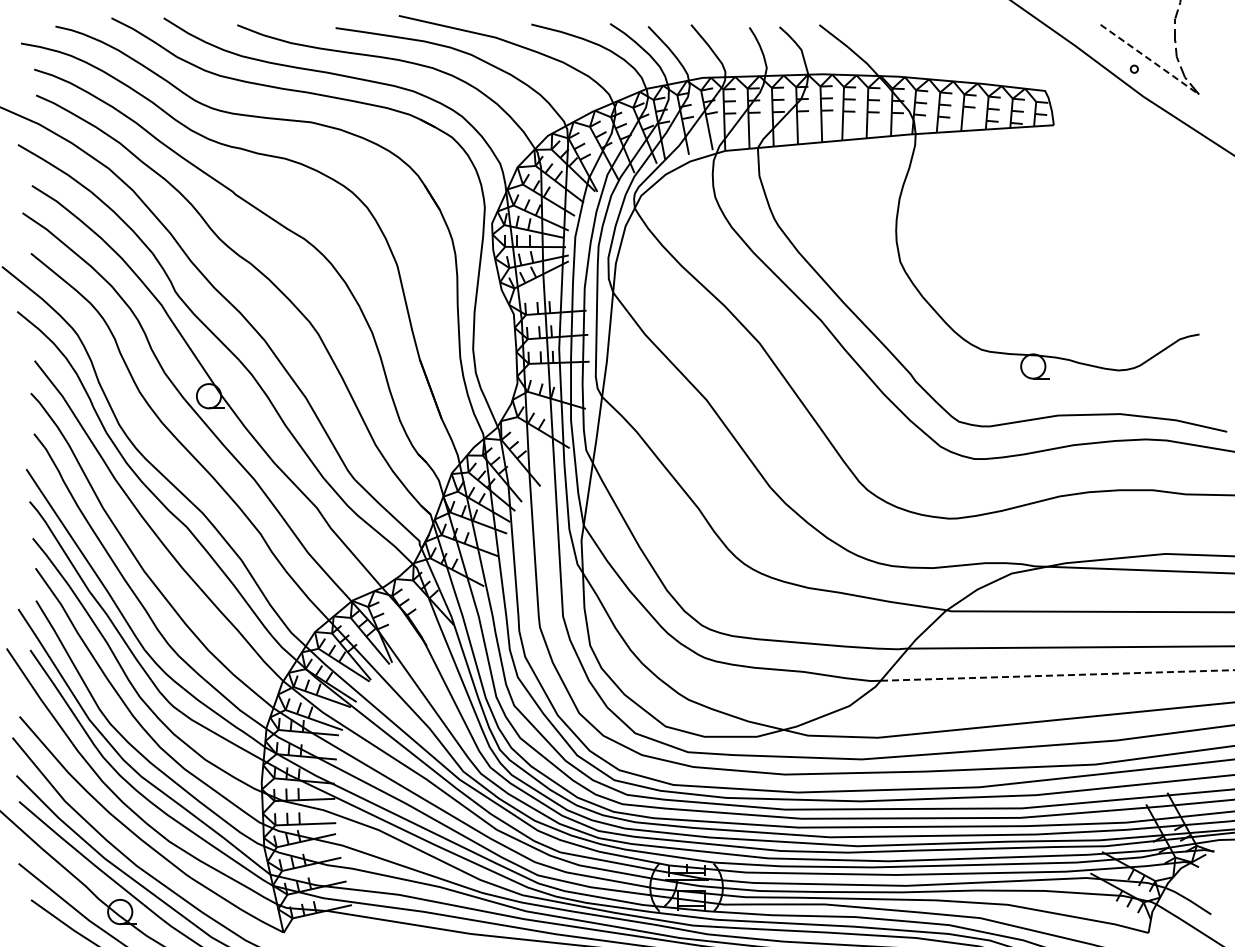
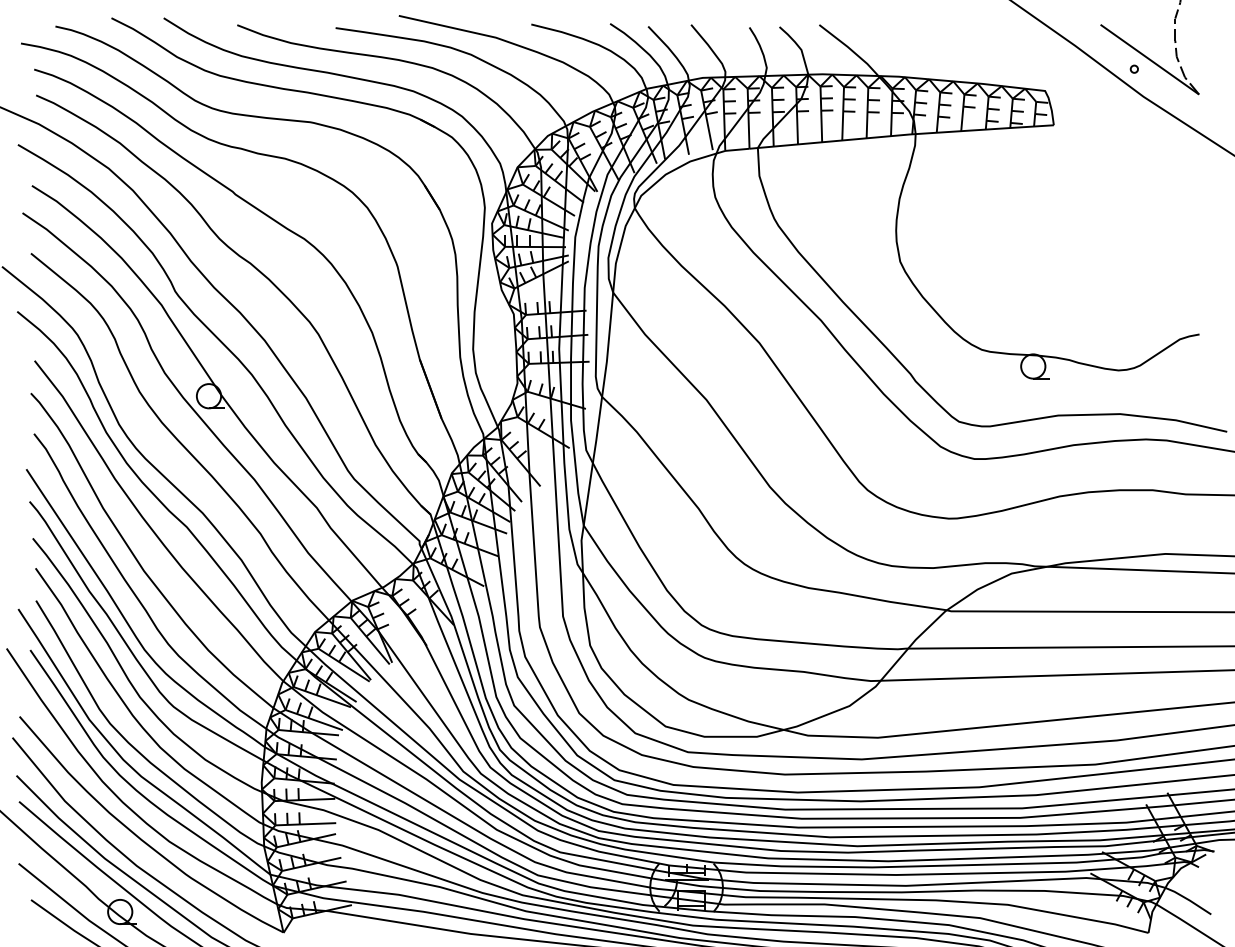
line at (1150, 59): dashed -> solid
line at (1057, 675): dashed -> solid
